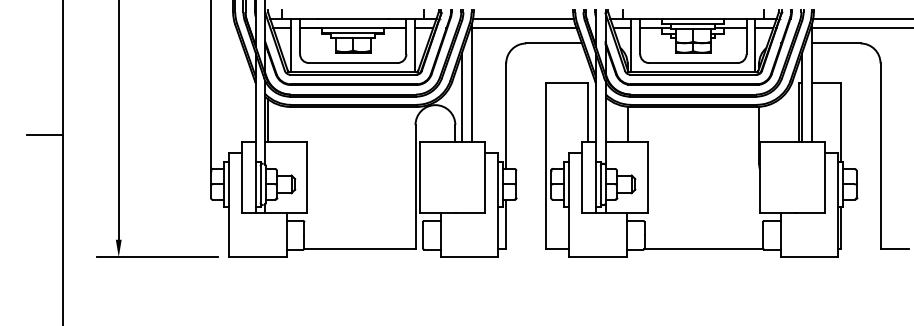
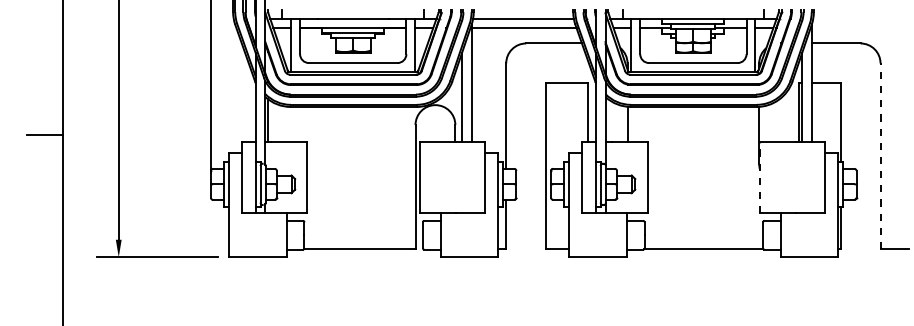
line at (861, 18): present -> none
line at (860, 28): present -> none
line at (880, 156): solid -> dashed
line at (760, 177): solid -> dashed
